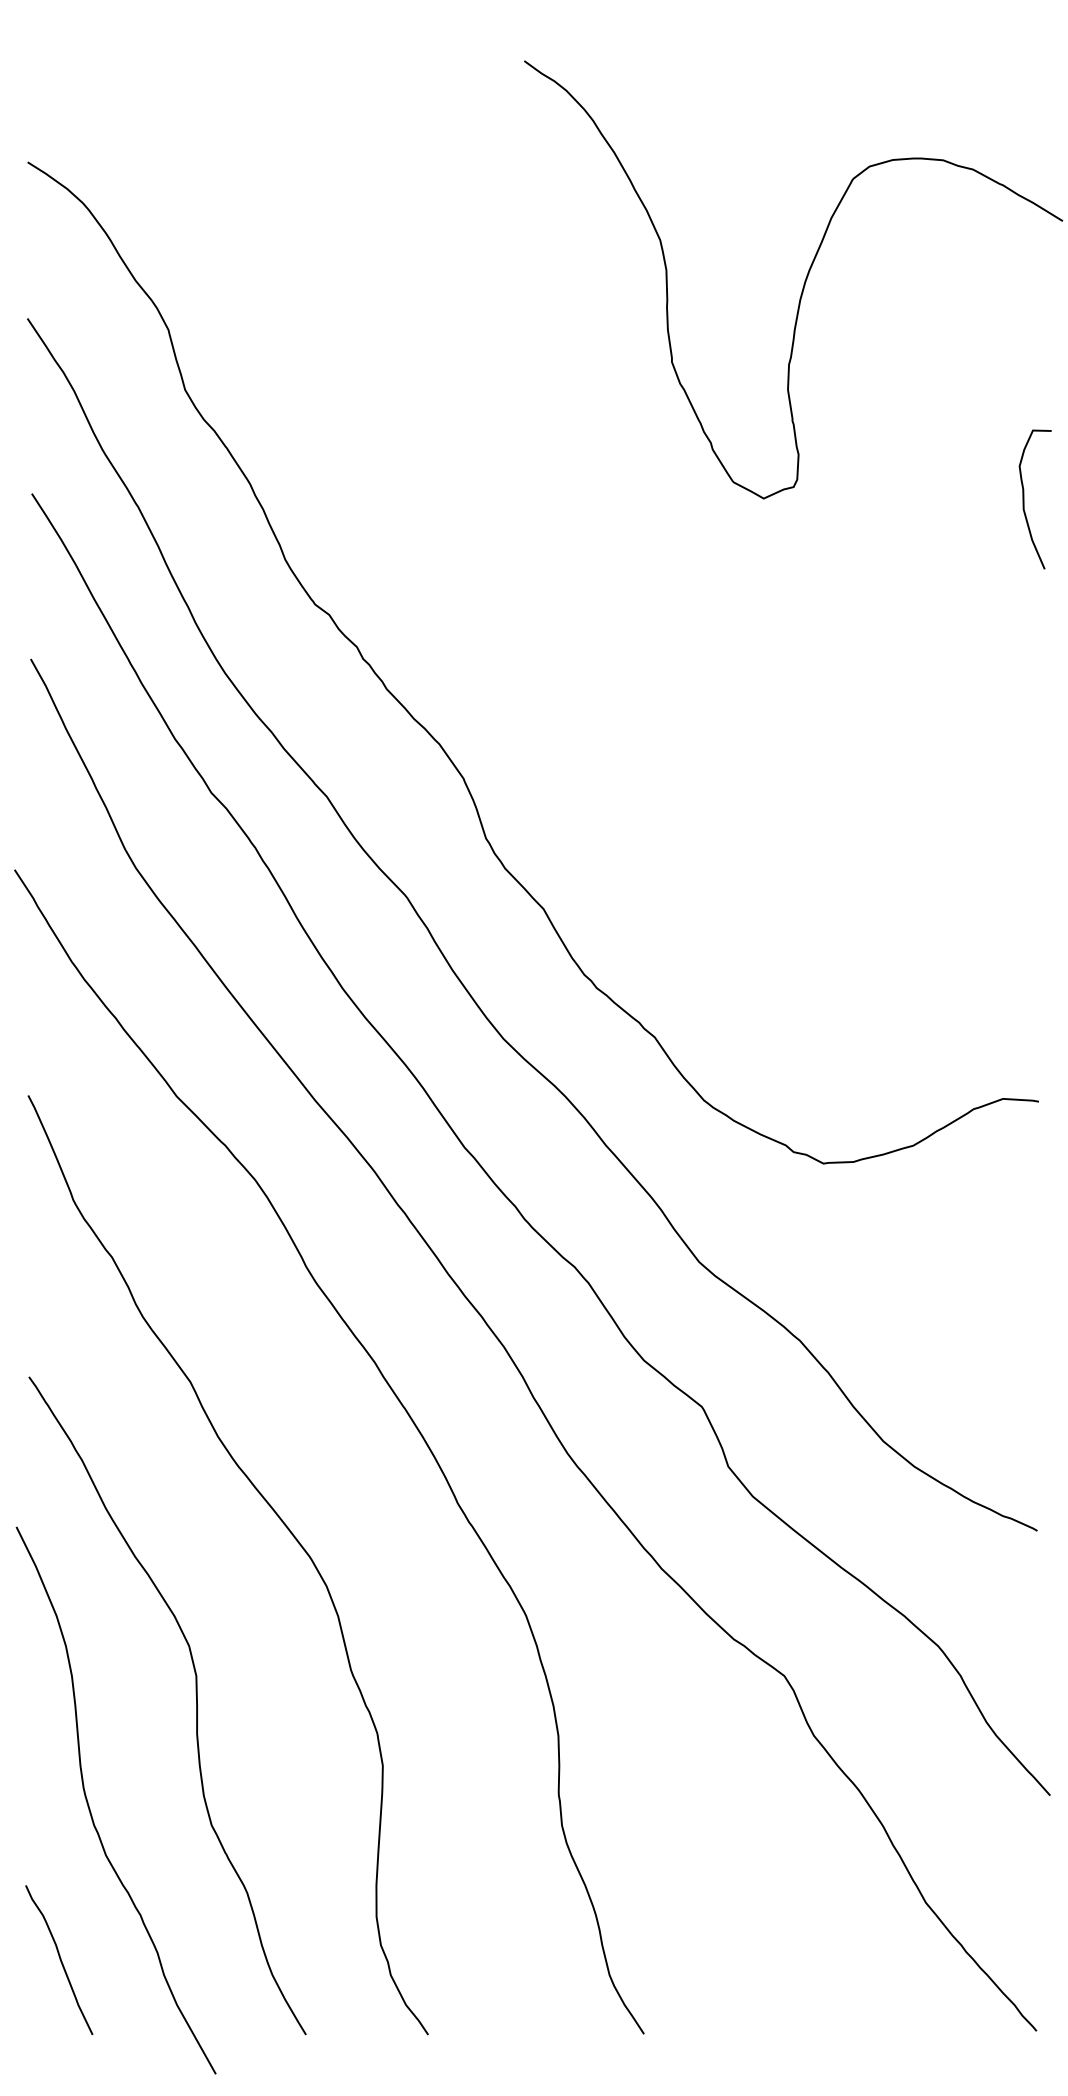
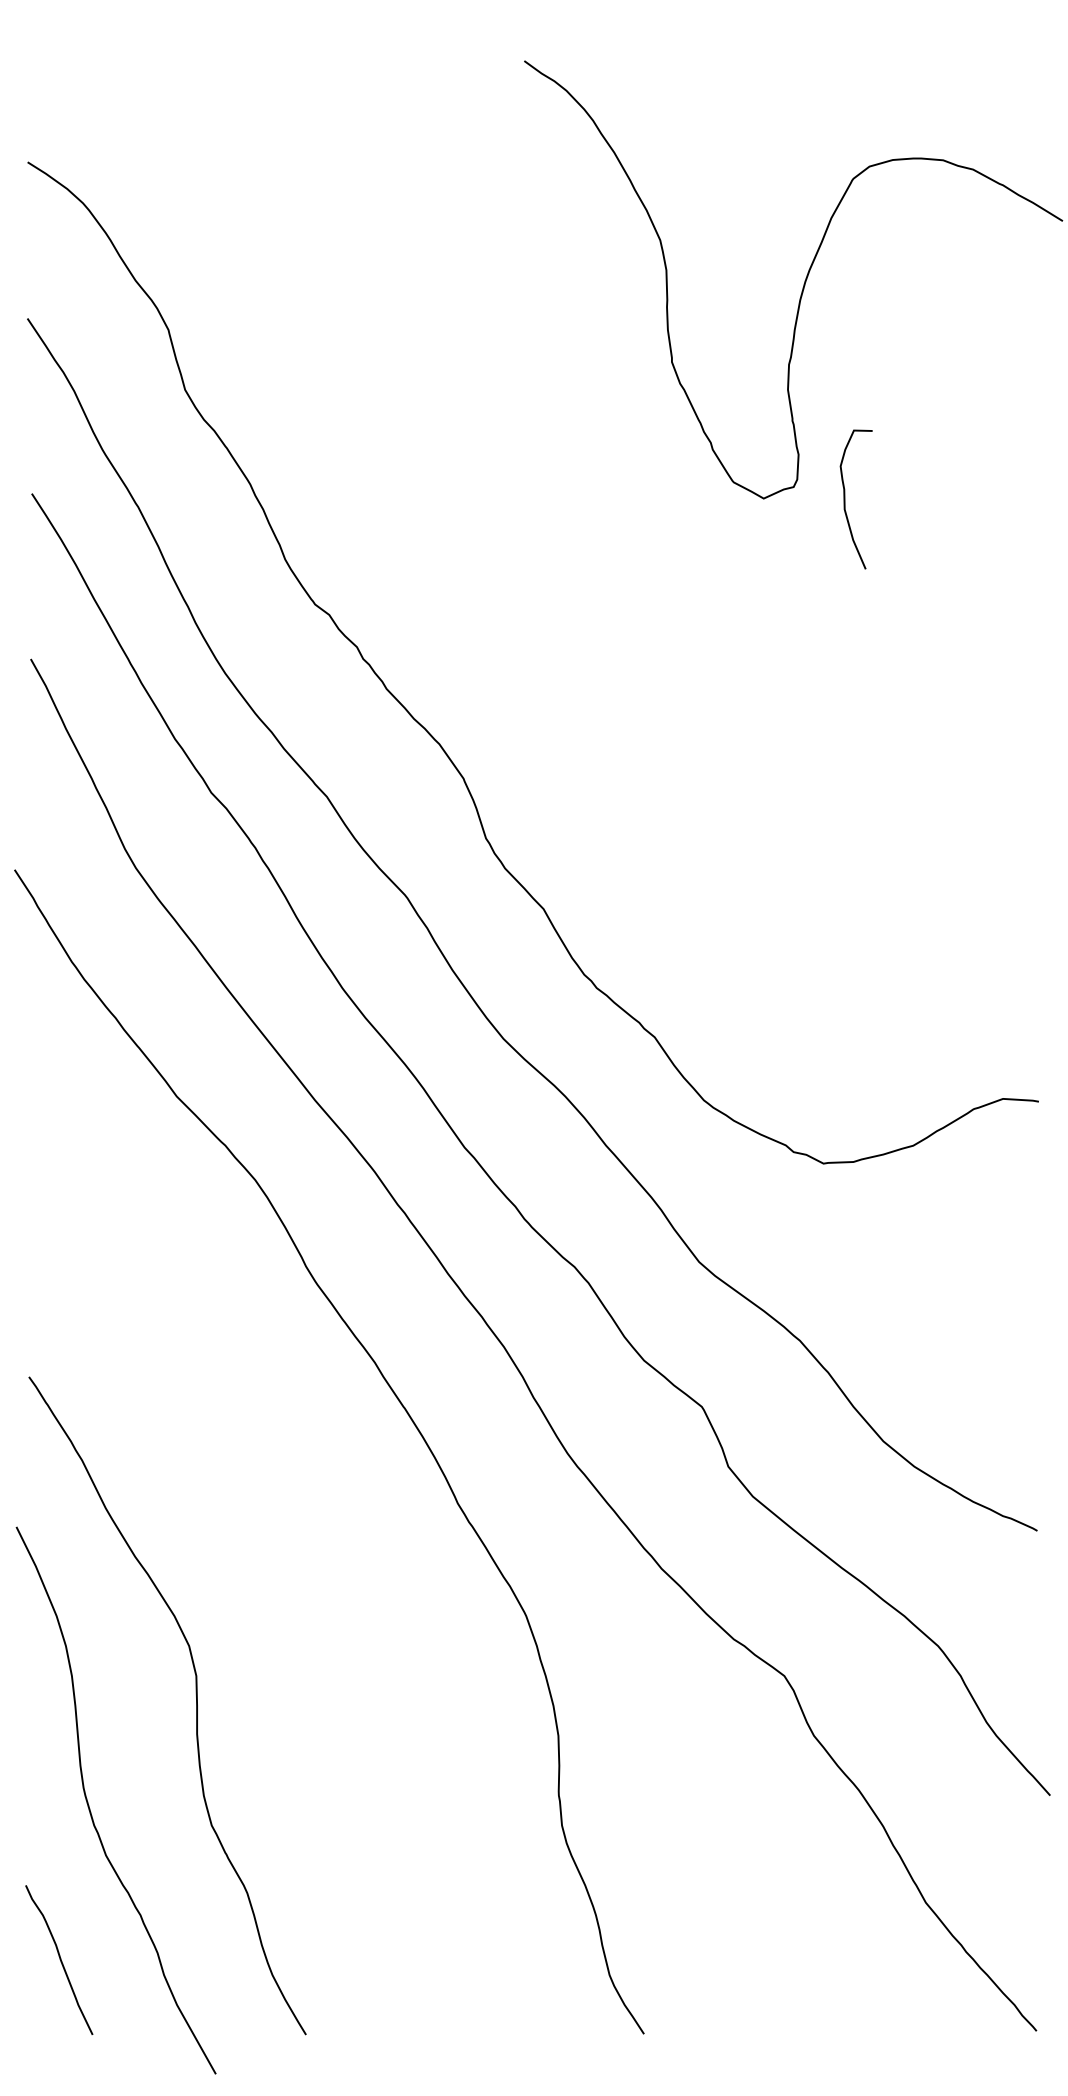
curve at (1024, 499) position: (1024, 499) -> (845, 499)
curve at (283, 1524): present -> none
